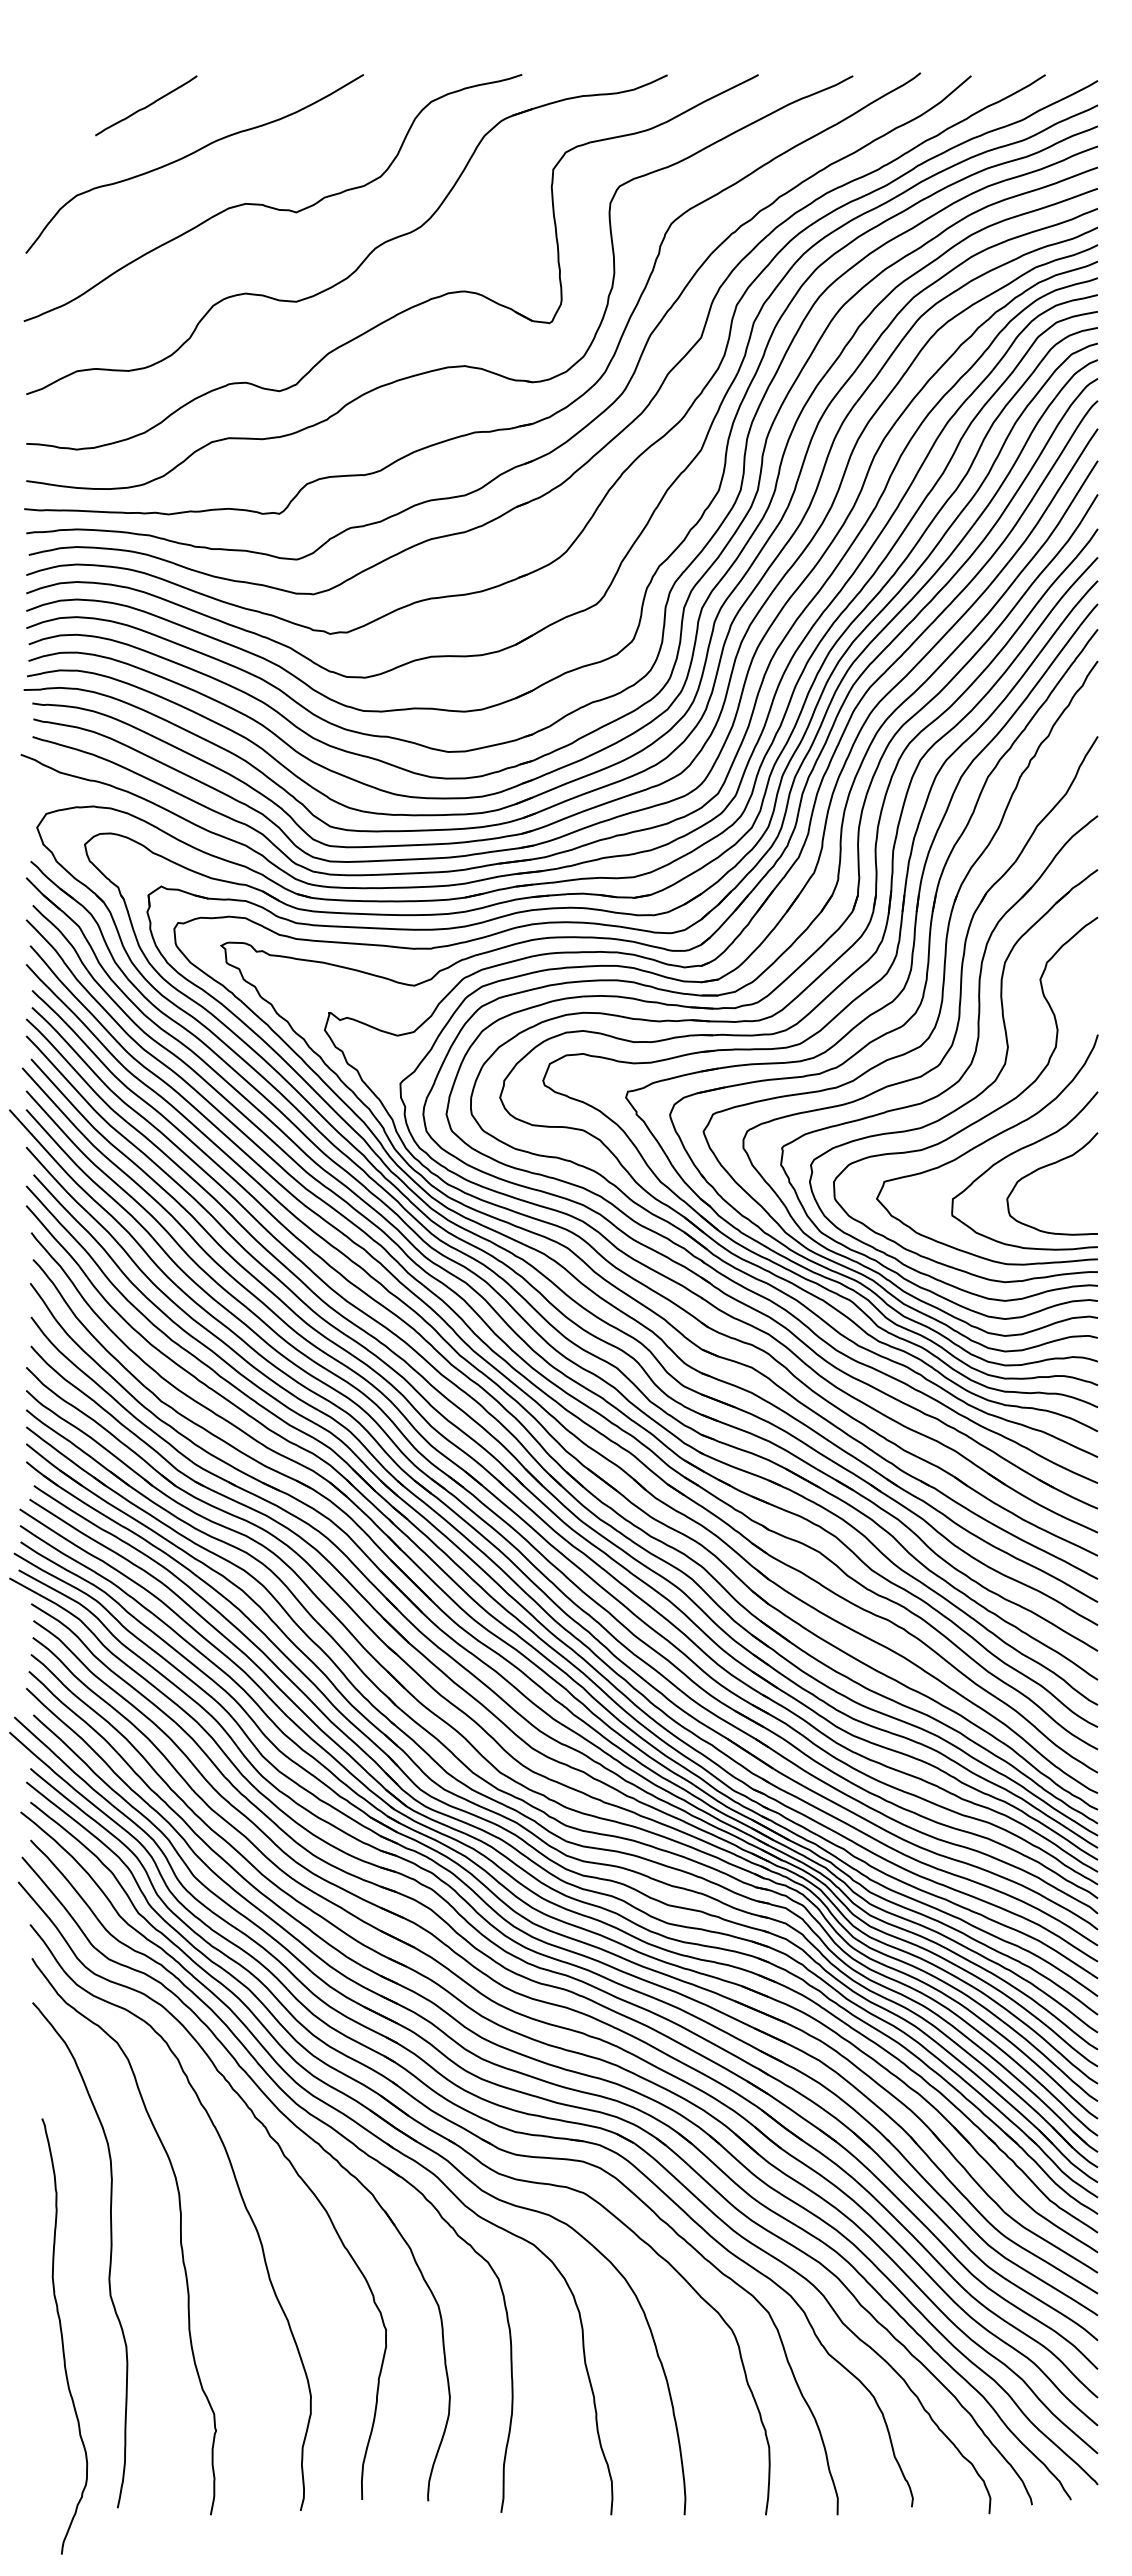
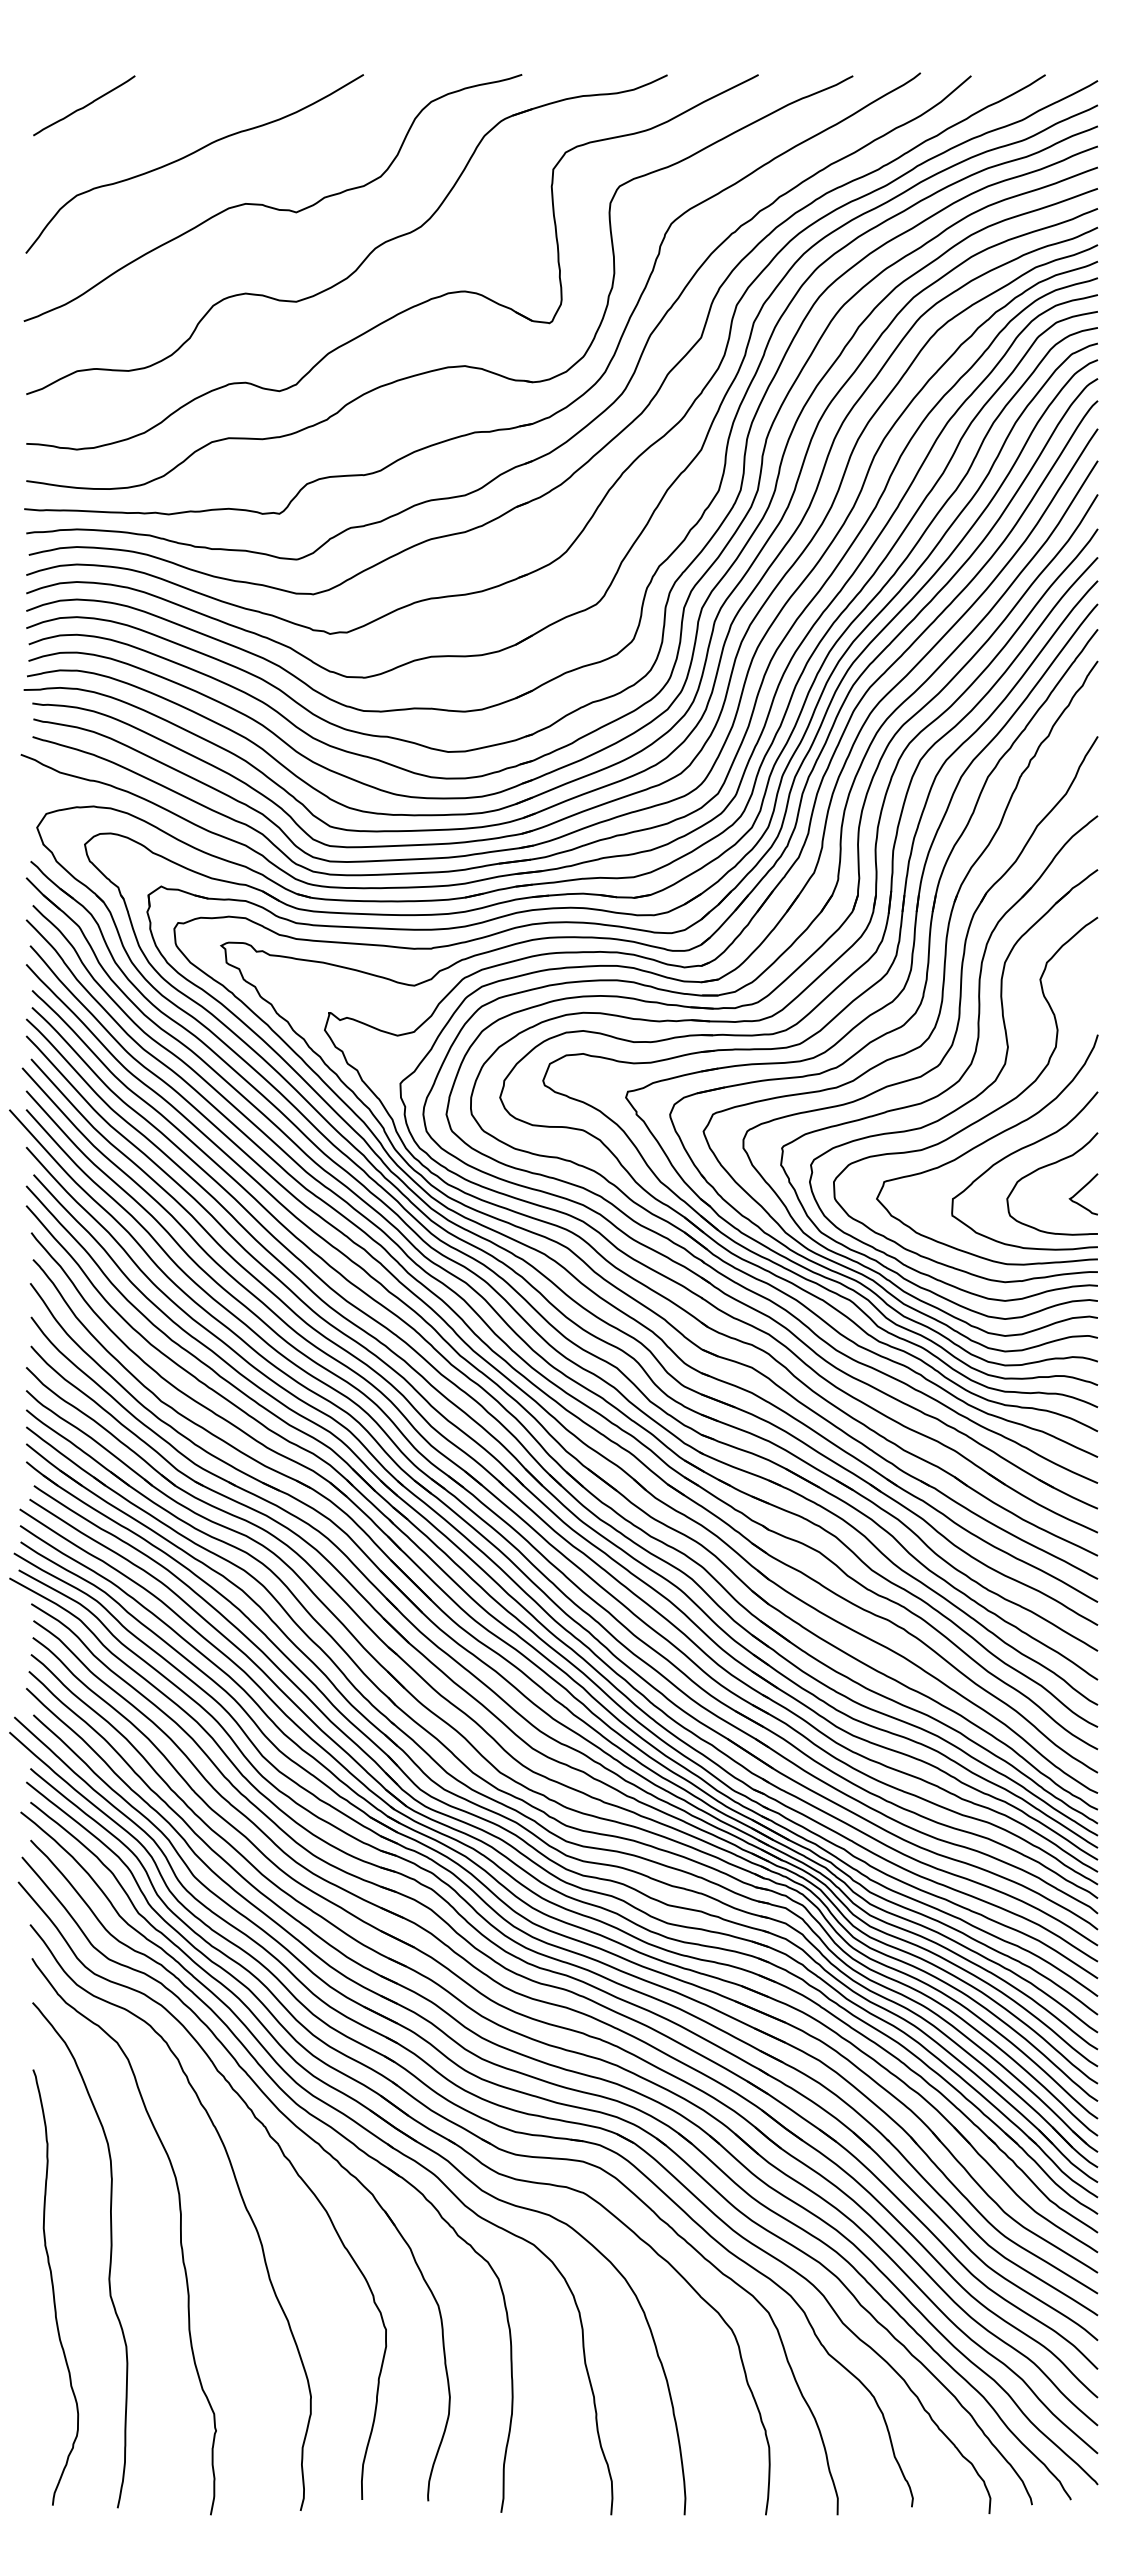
curve at (147, 105) position: (147, 105) -> (85, 105)
curve at (1080, 1191): none -> present
curve at (62, 2336) position: (62, 2336) -> (53, 2287)
